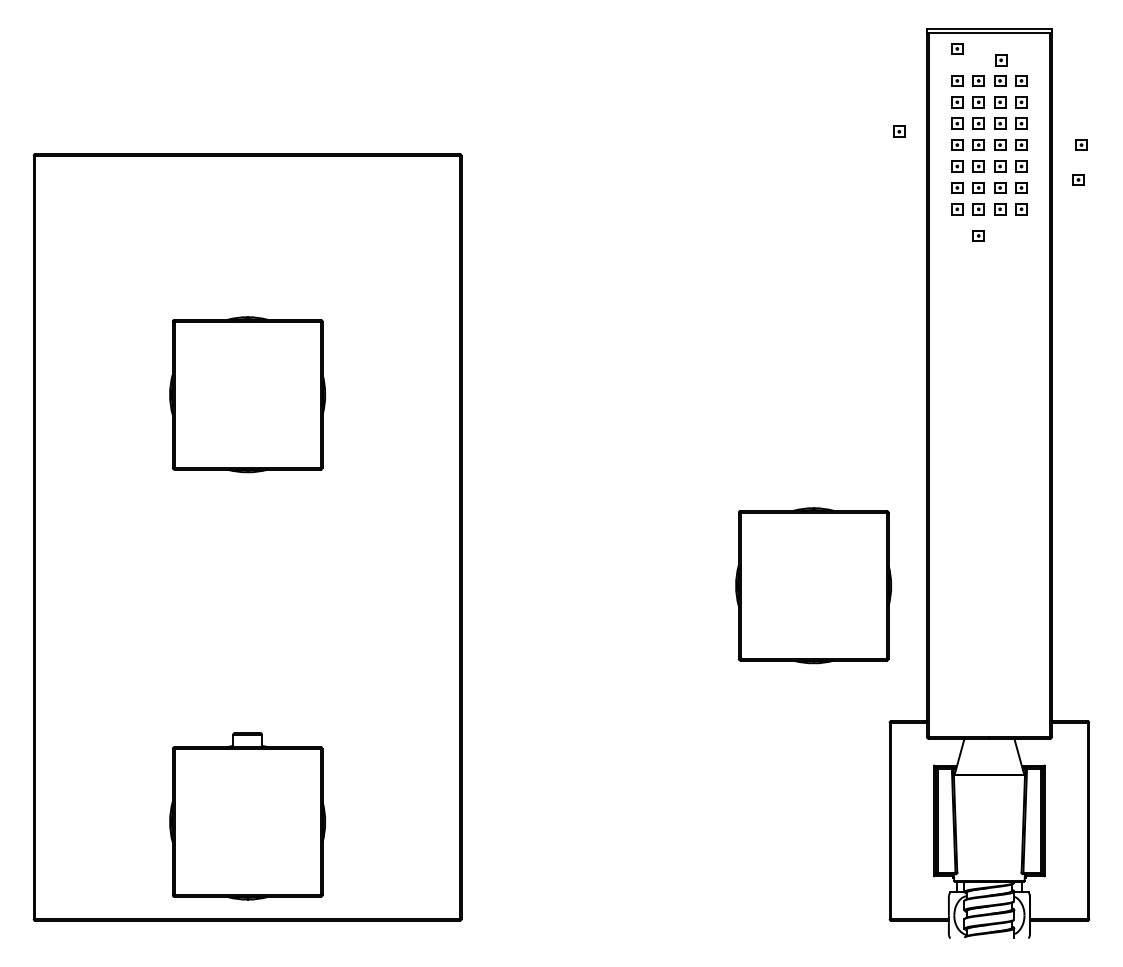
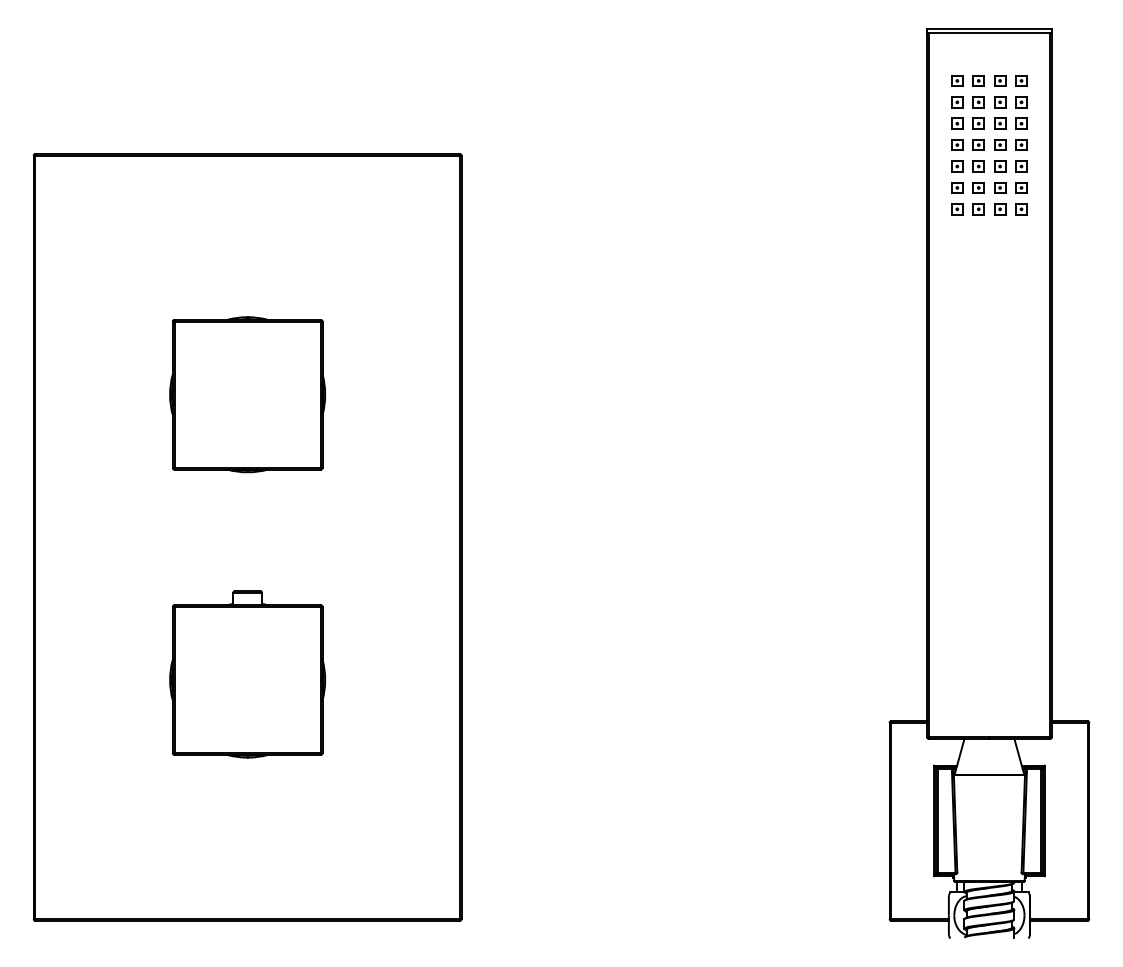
part at (957, 48): present -> none
part at (1001, 60): present -> none
part at (899, 131): present -> none
part at (1081, 144): present -> none
part at (1078, 179): present -> none
part at (978, 235): present -> none
part at (813, 585): present -> none
part at (247, 816) position: (247, 816) -> (247, 674)
